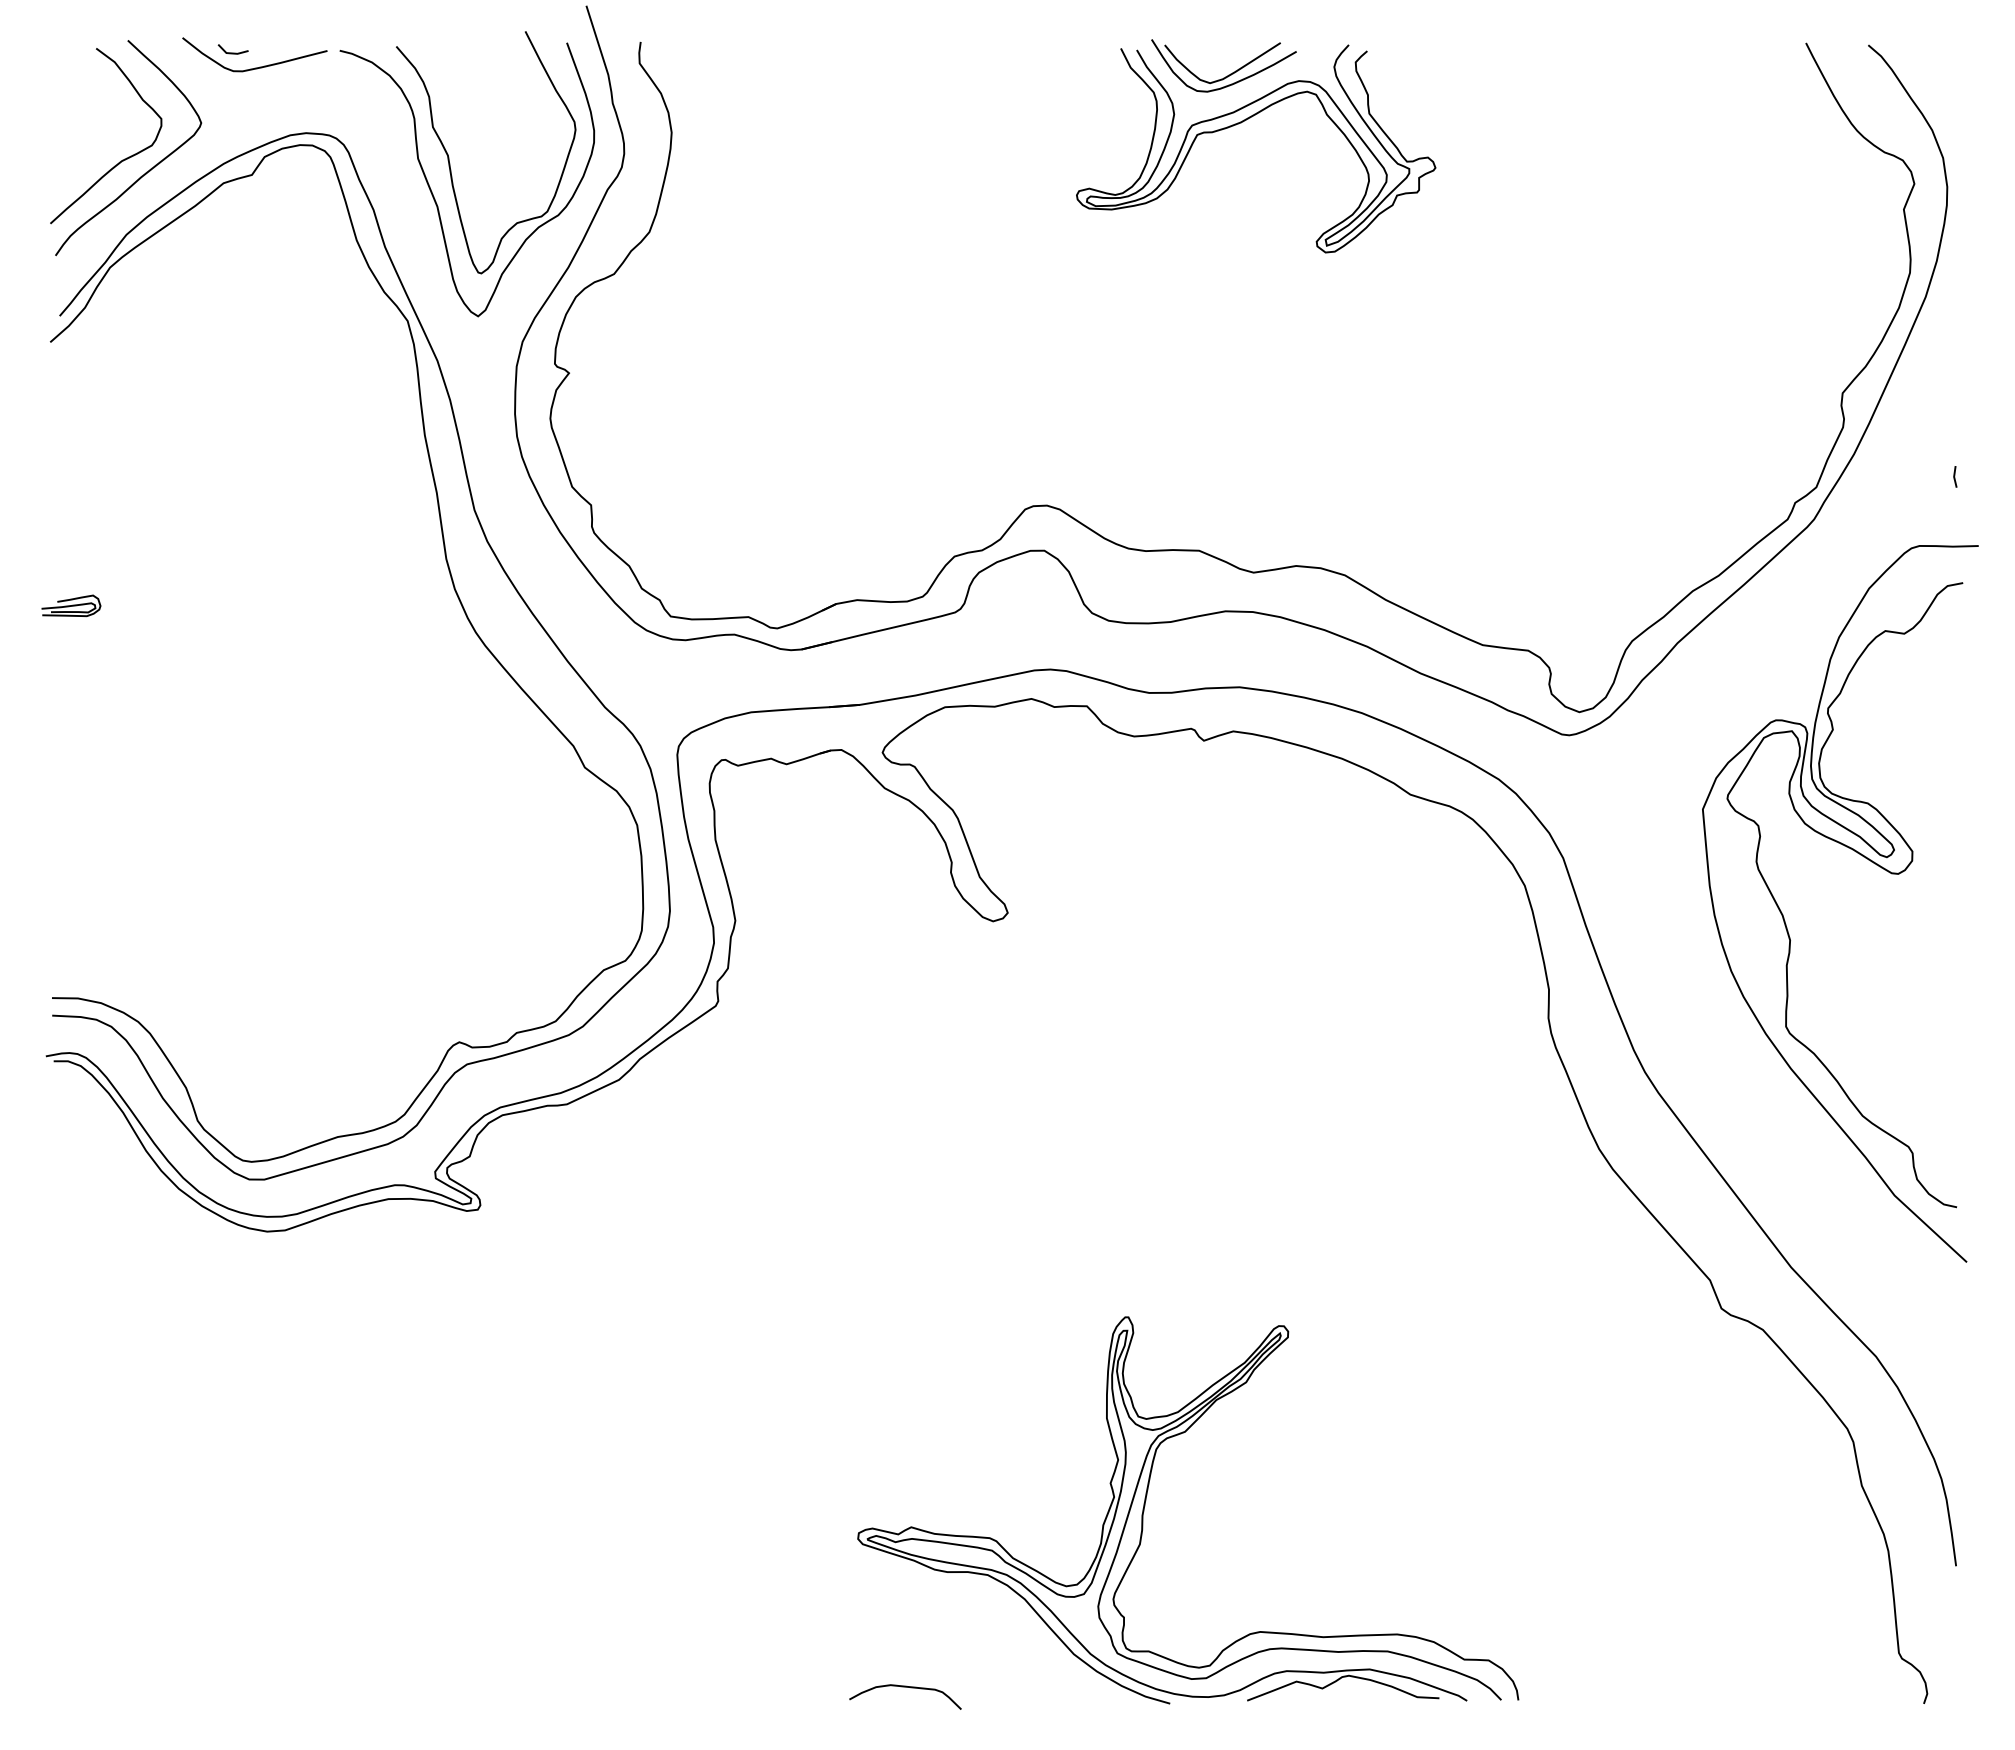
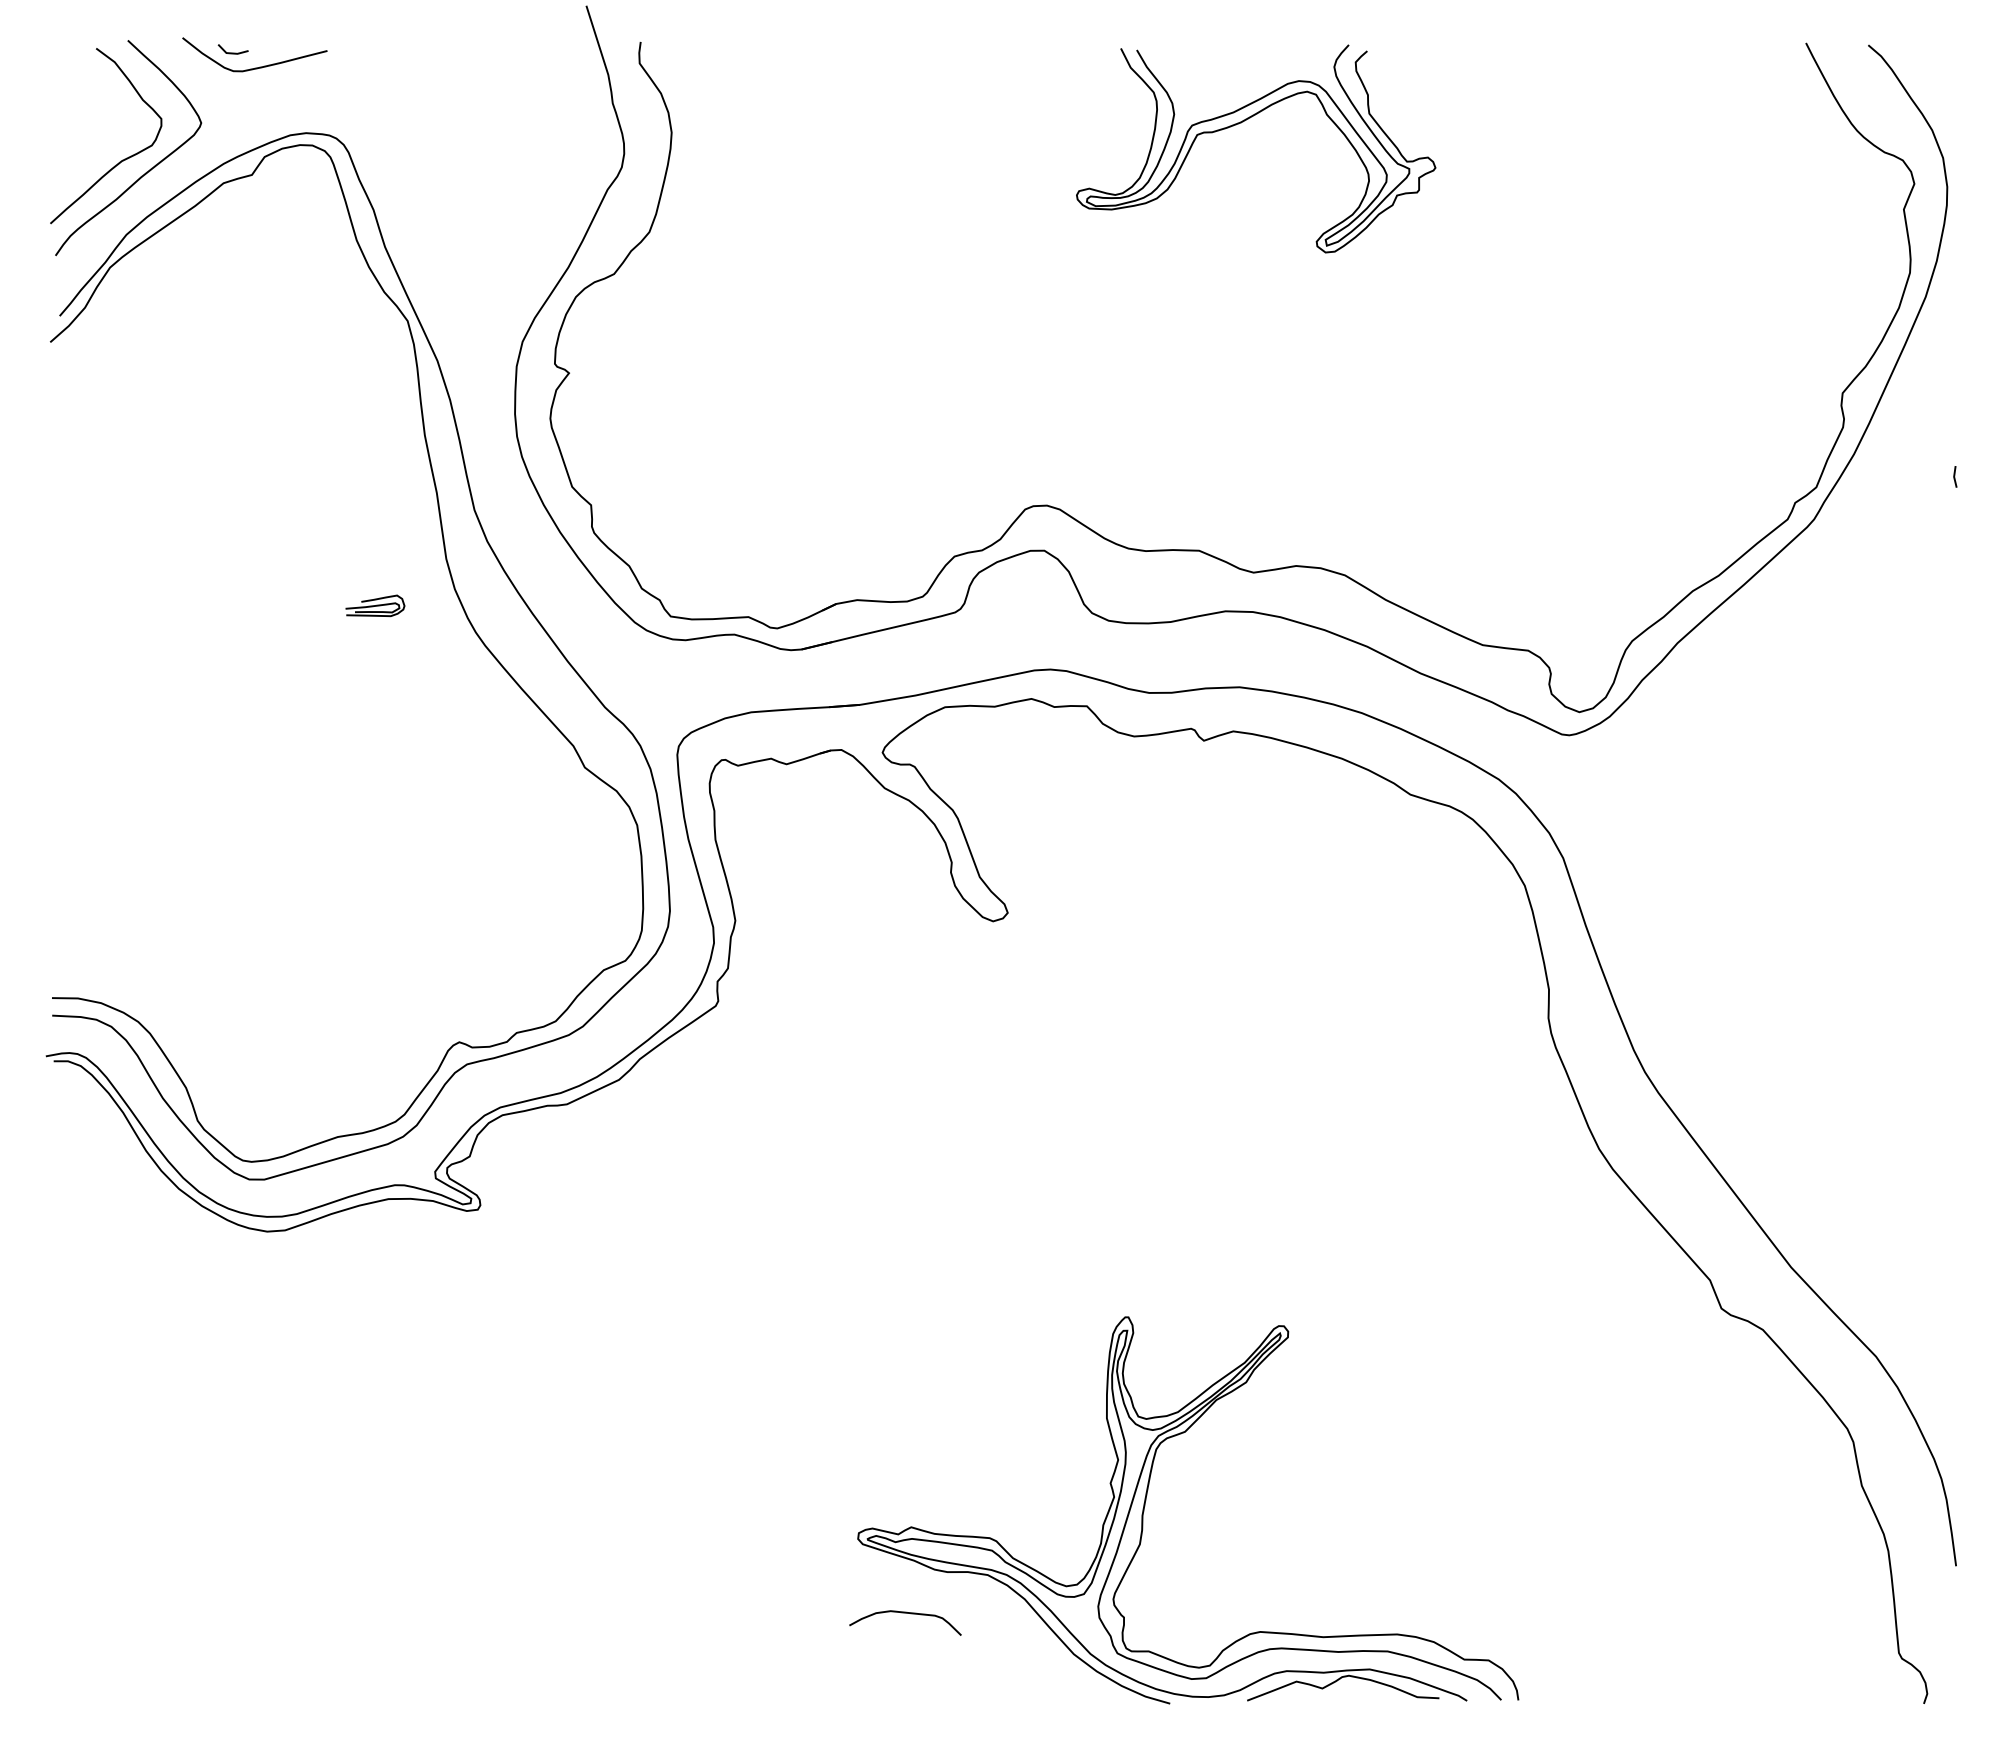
part at (1228, 74): present -> none
part at (452, 176): present -> none
part at (71, 605) position: (71, 605) -> (375, 605)
part at (1868, 860): present -> none
curve at (905, 1687) position: (905, 1687) -> (905, 1613)
